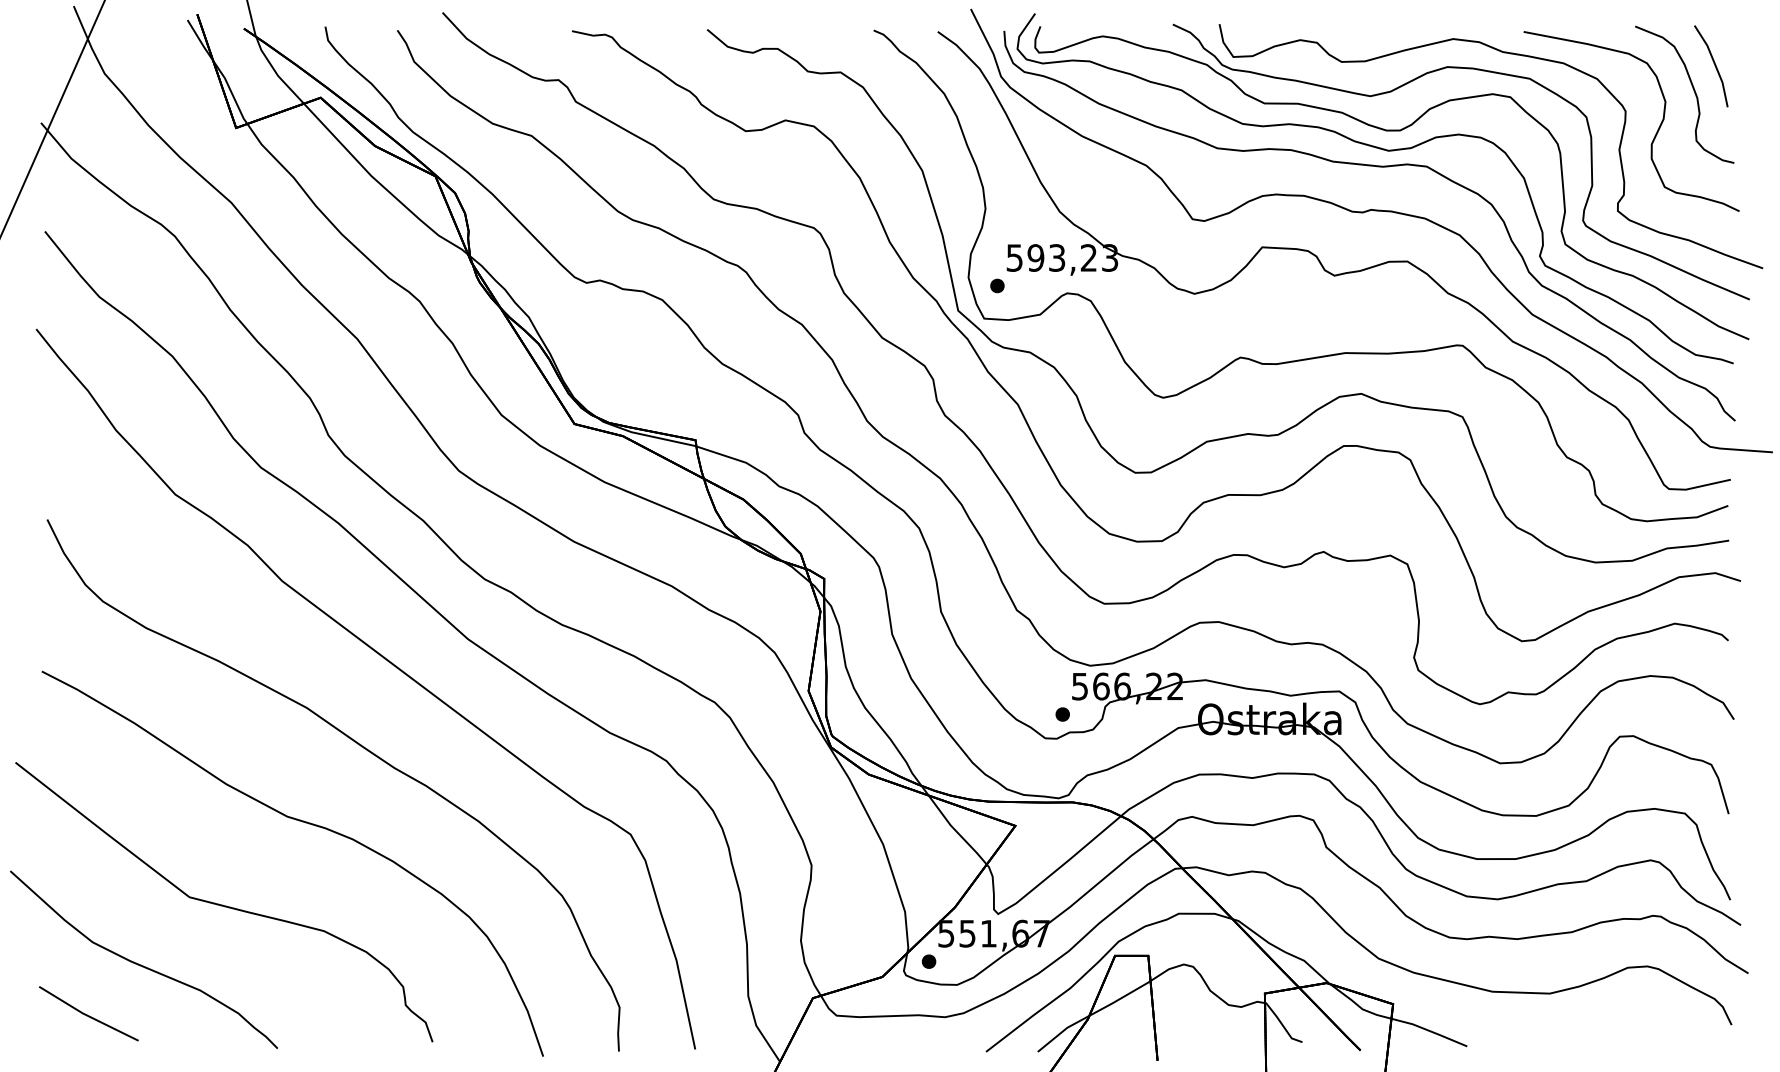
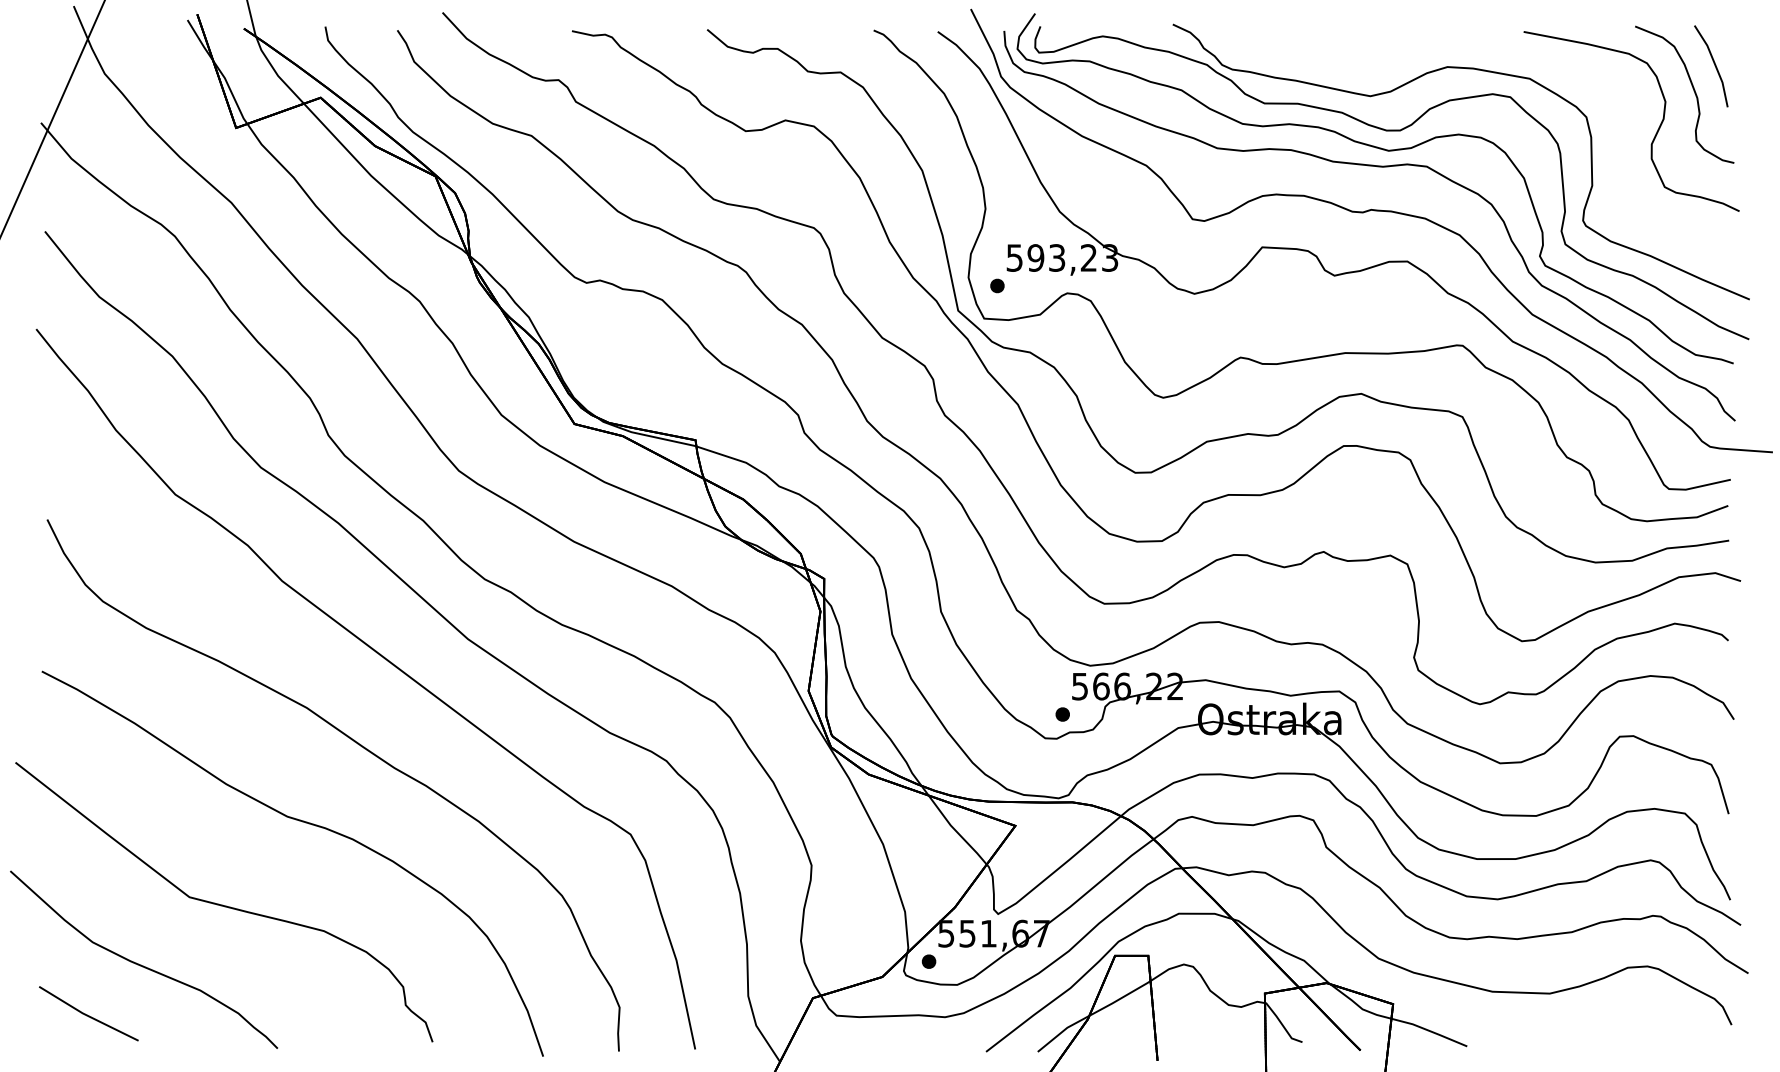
curve at (1504, 53): present -> none
